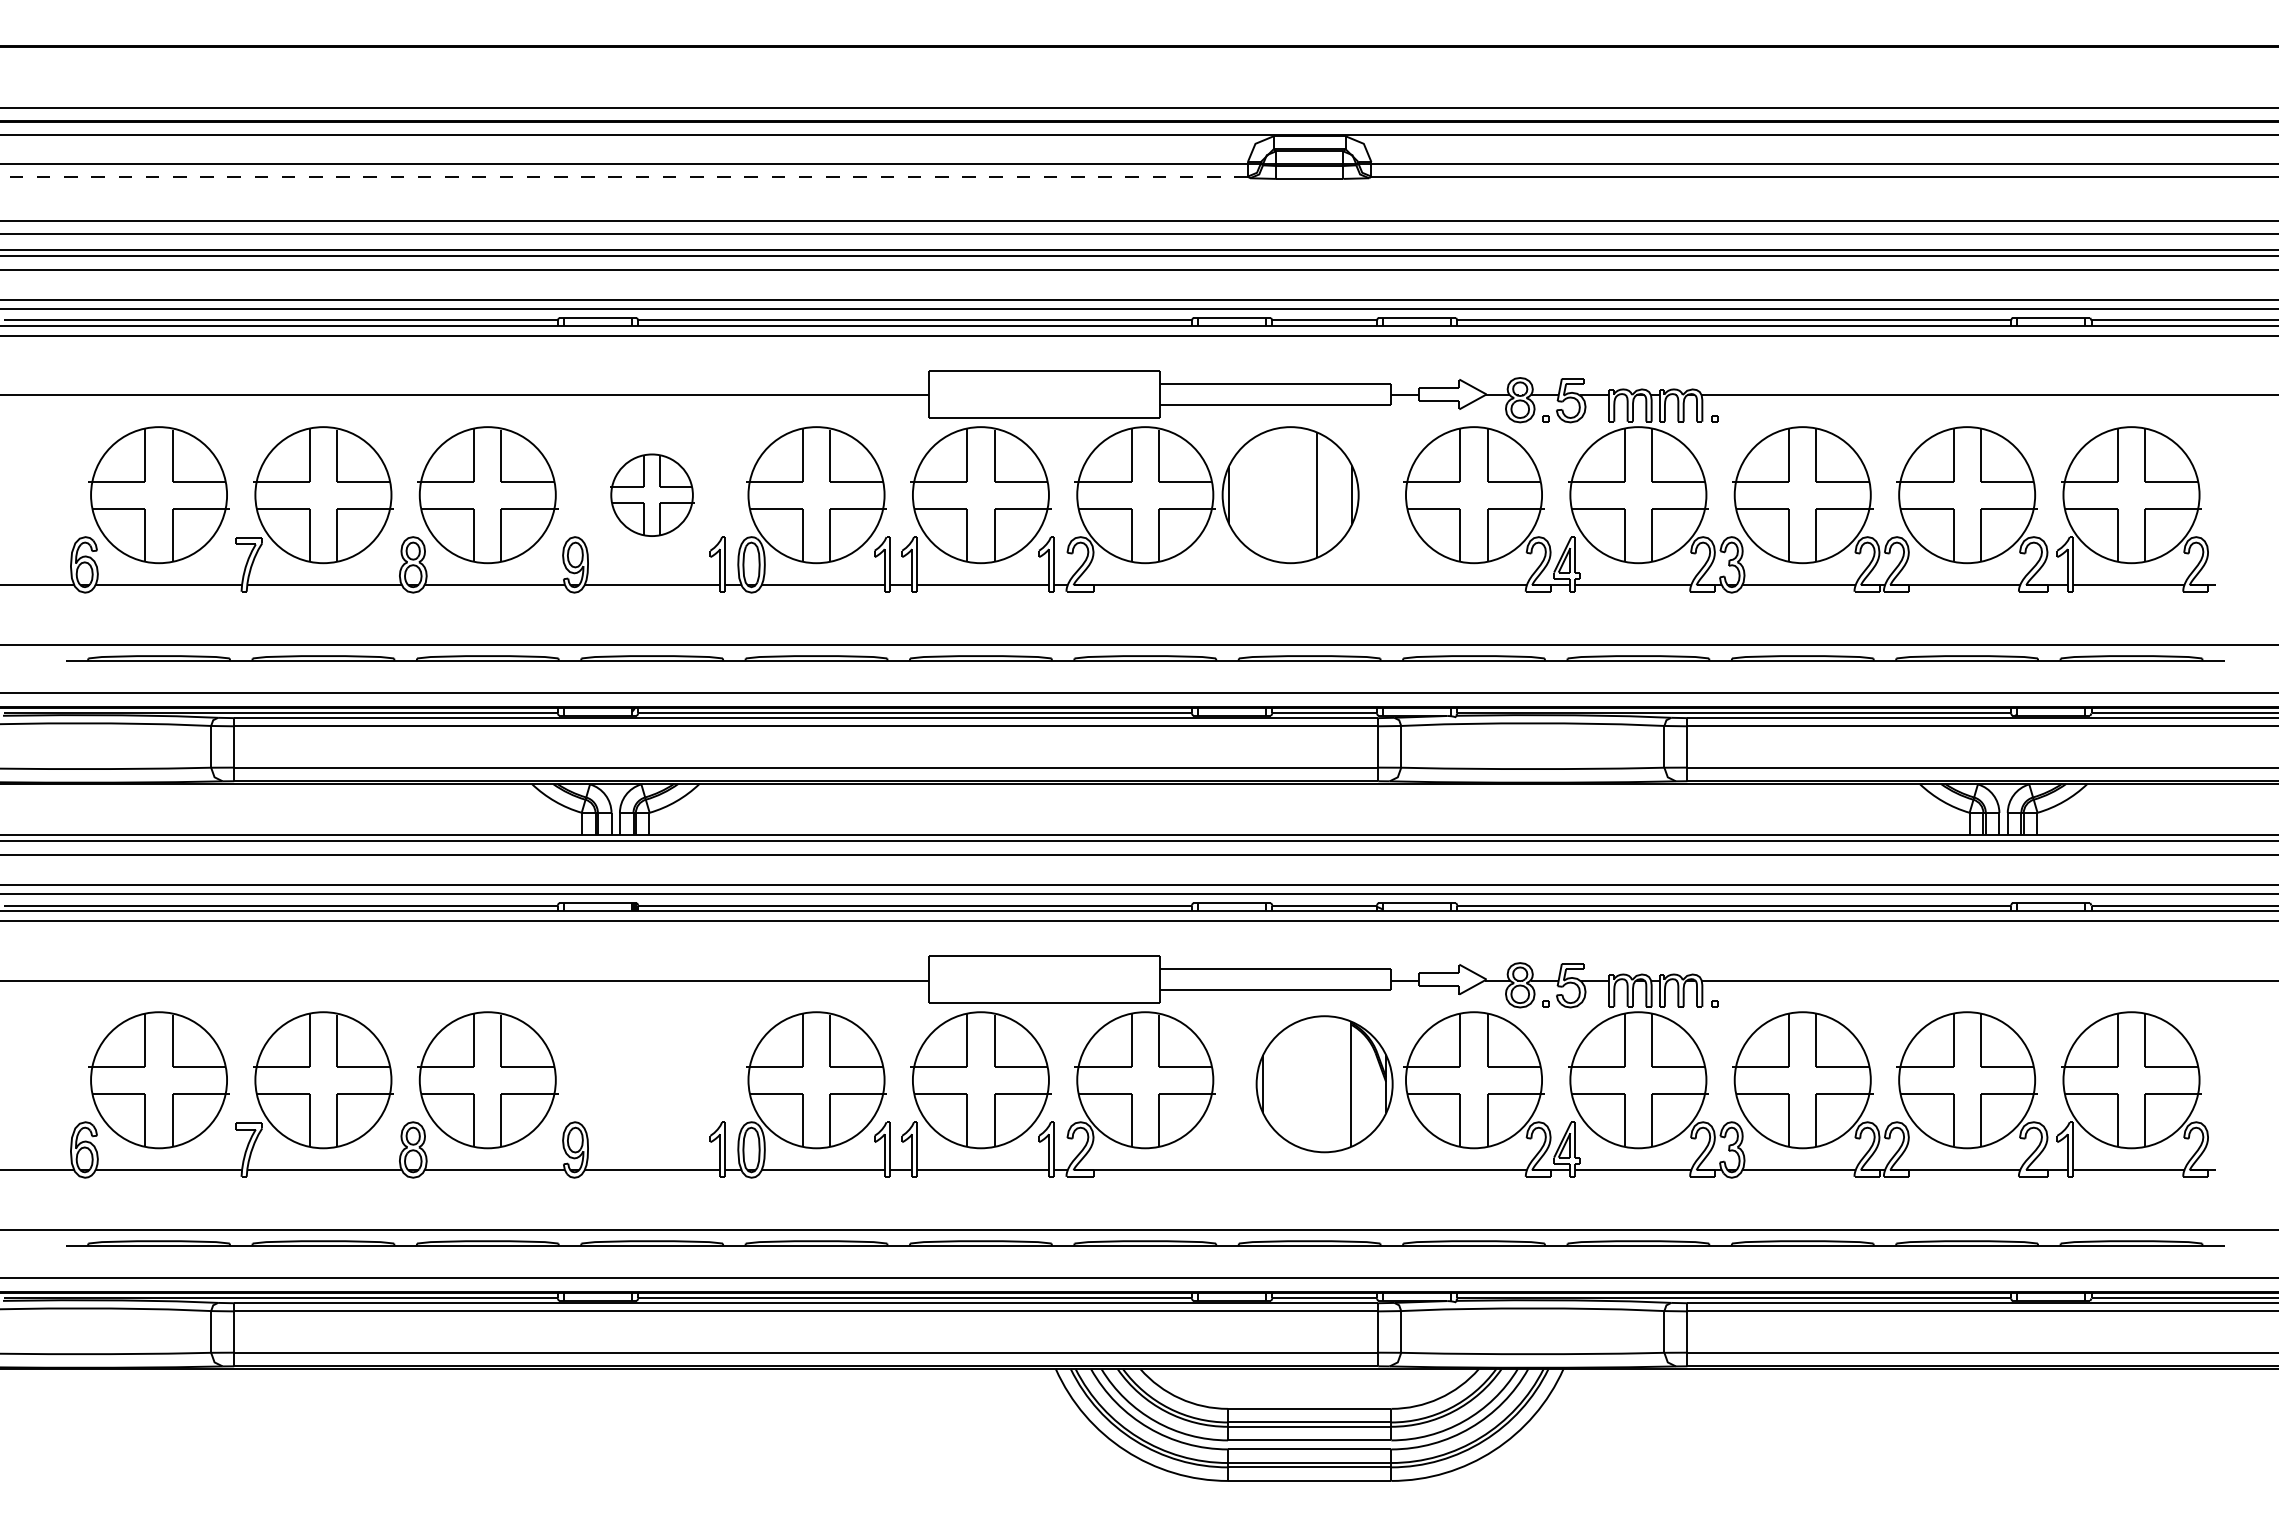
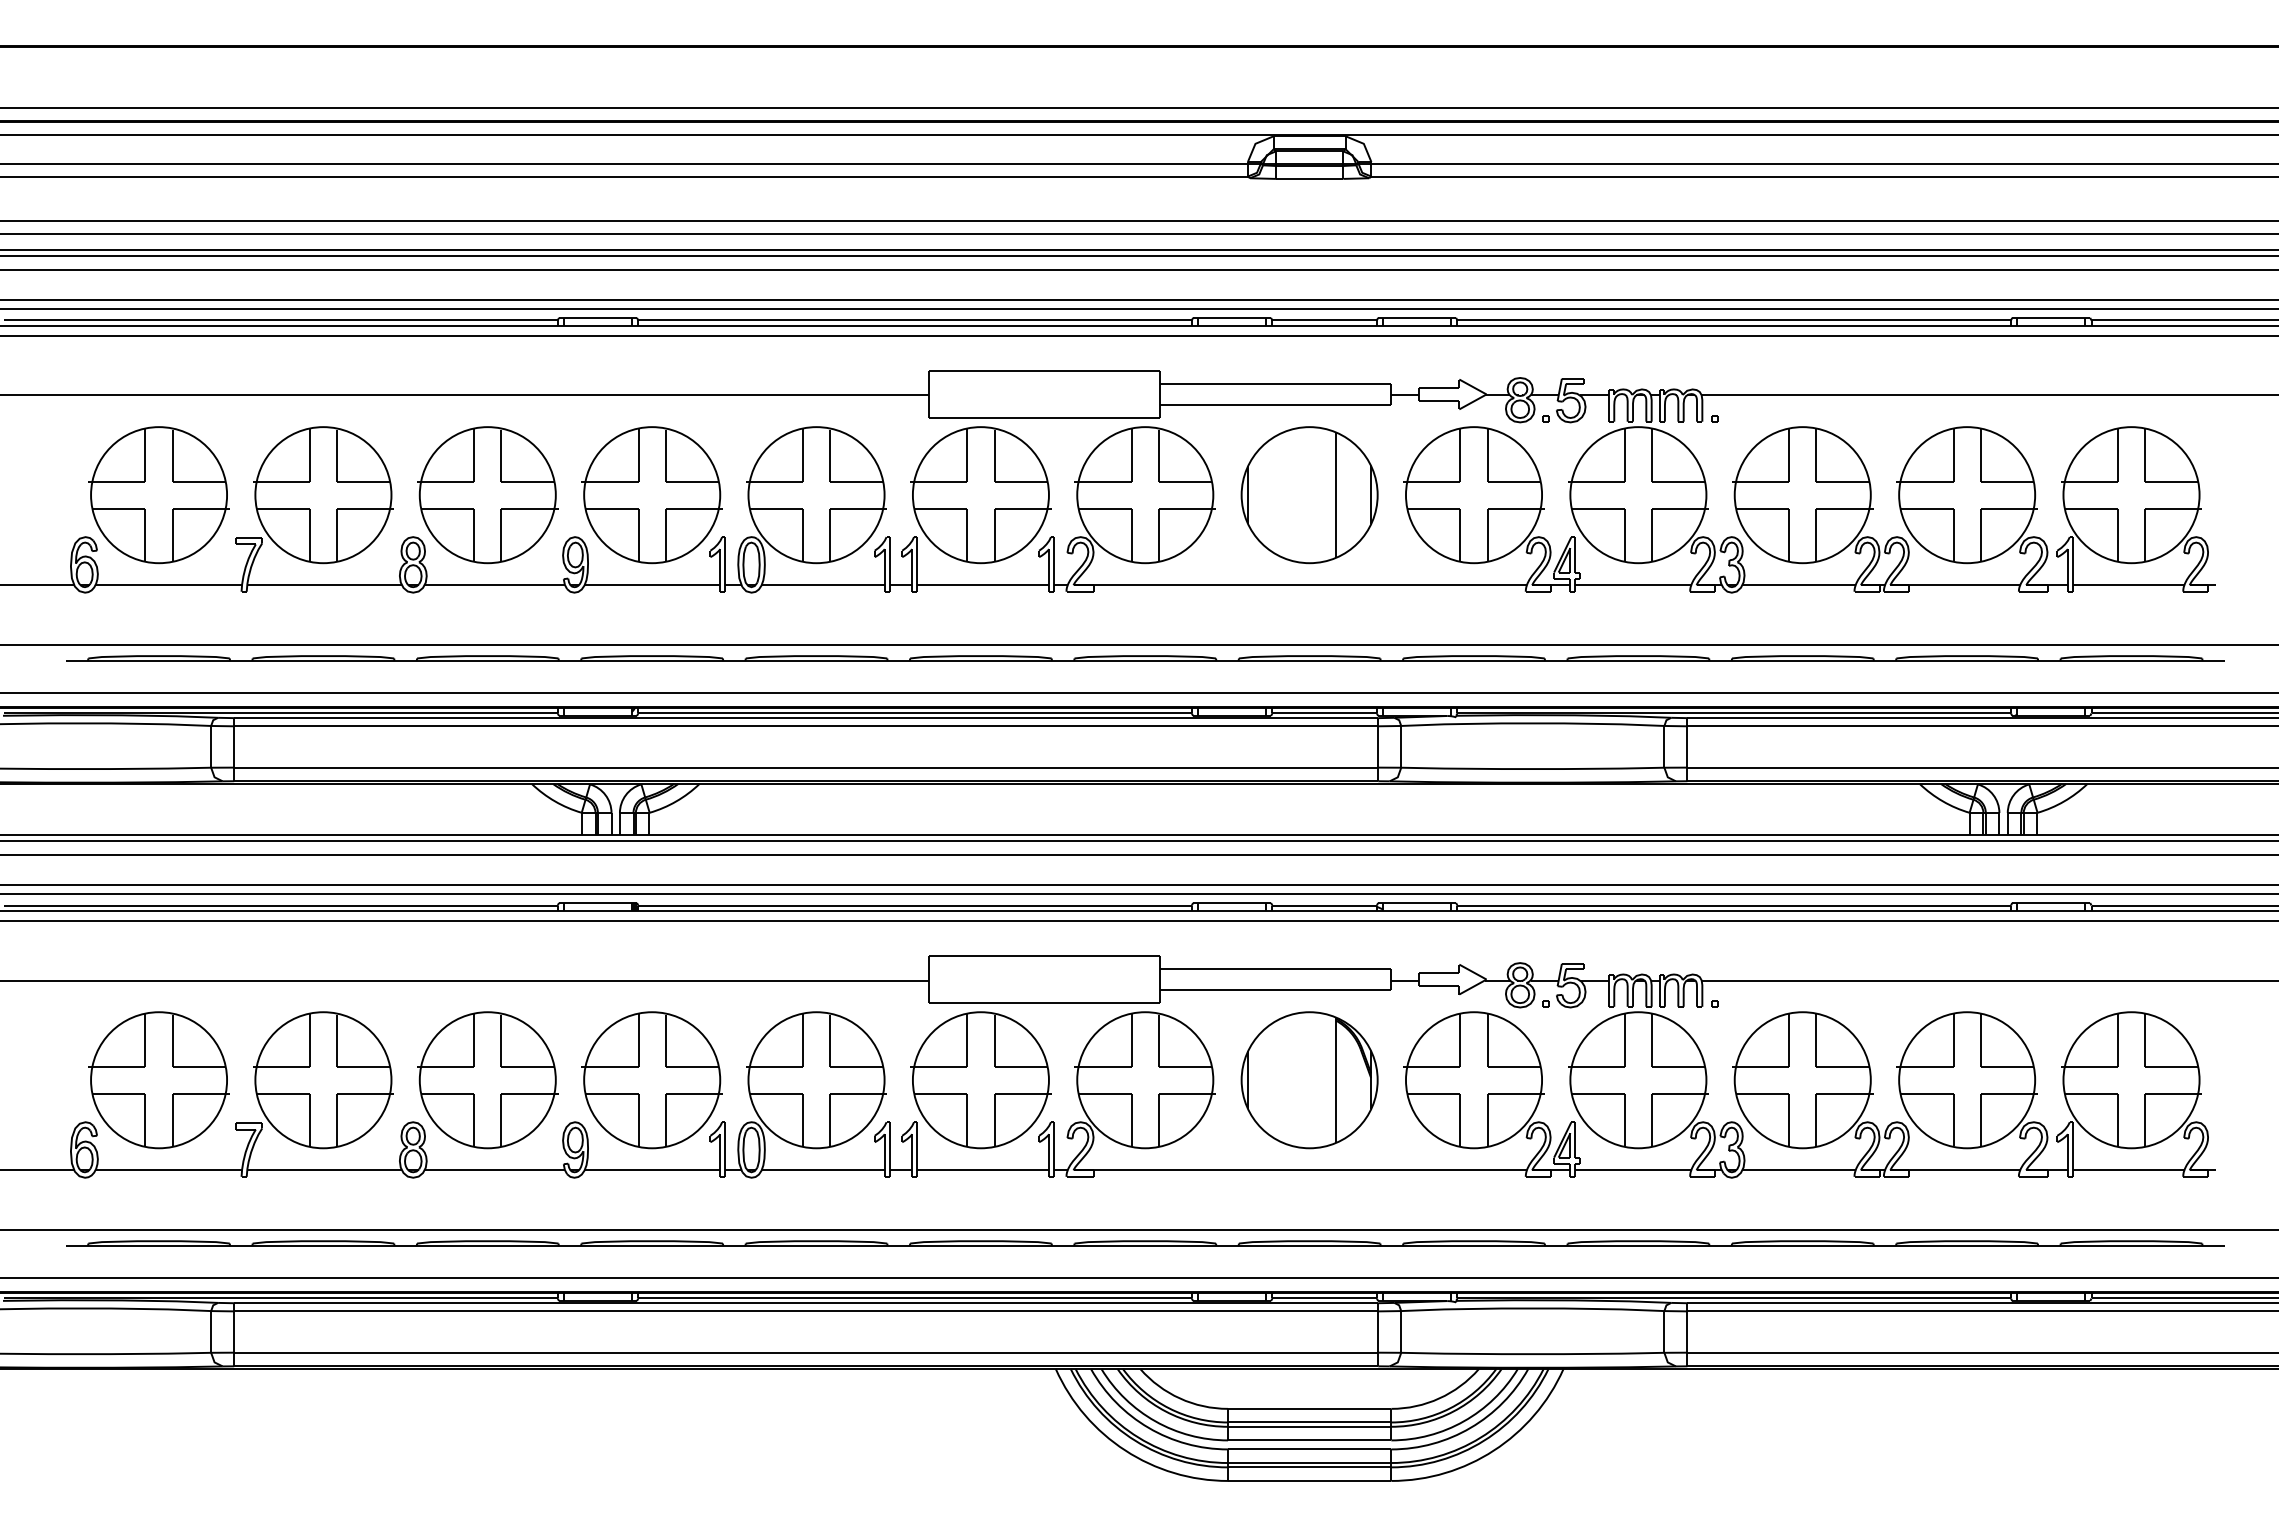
line at (623, 176): dashed -> solid
part at (652, 494) size: 85x84 px -> 142x139 px
part at (1290, 495) position: (1290, 495) -> (1309, 495)
part at (651, 1080): none -> present
part at (1324, 1084) position: (1324, 1084) -> (1309, 1080)
